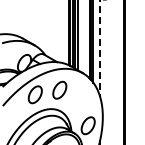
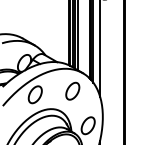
line at (100, 48): dashed -> solid
part at (59, 89) position: (59, 89) -> (72, 90)
